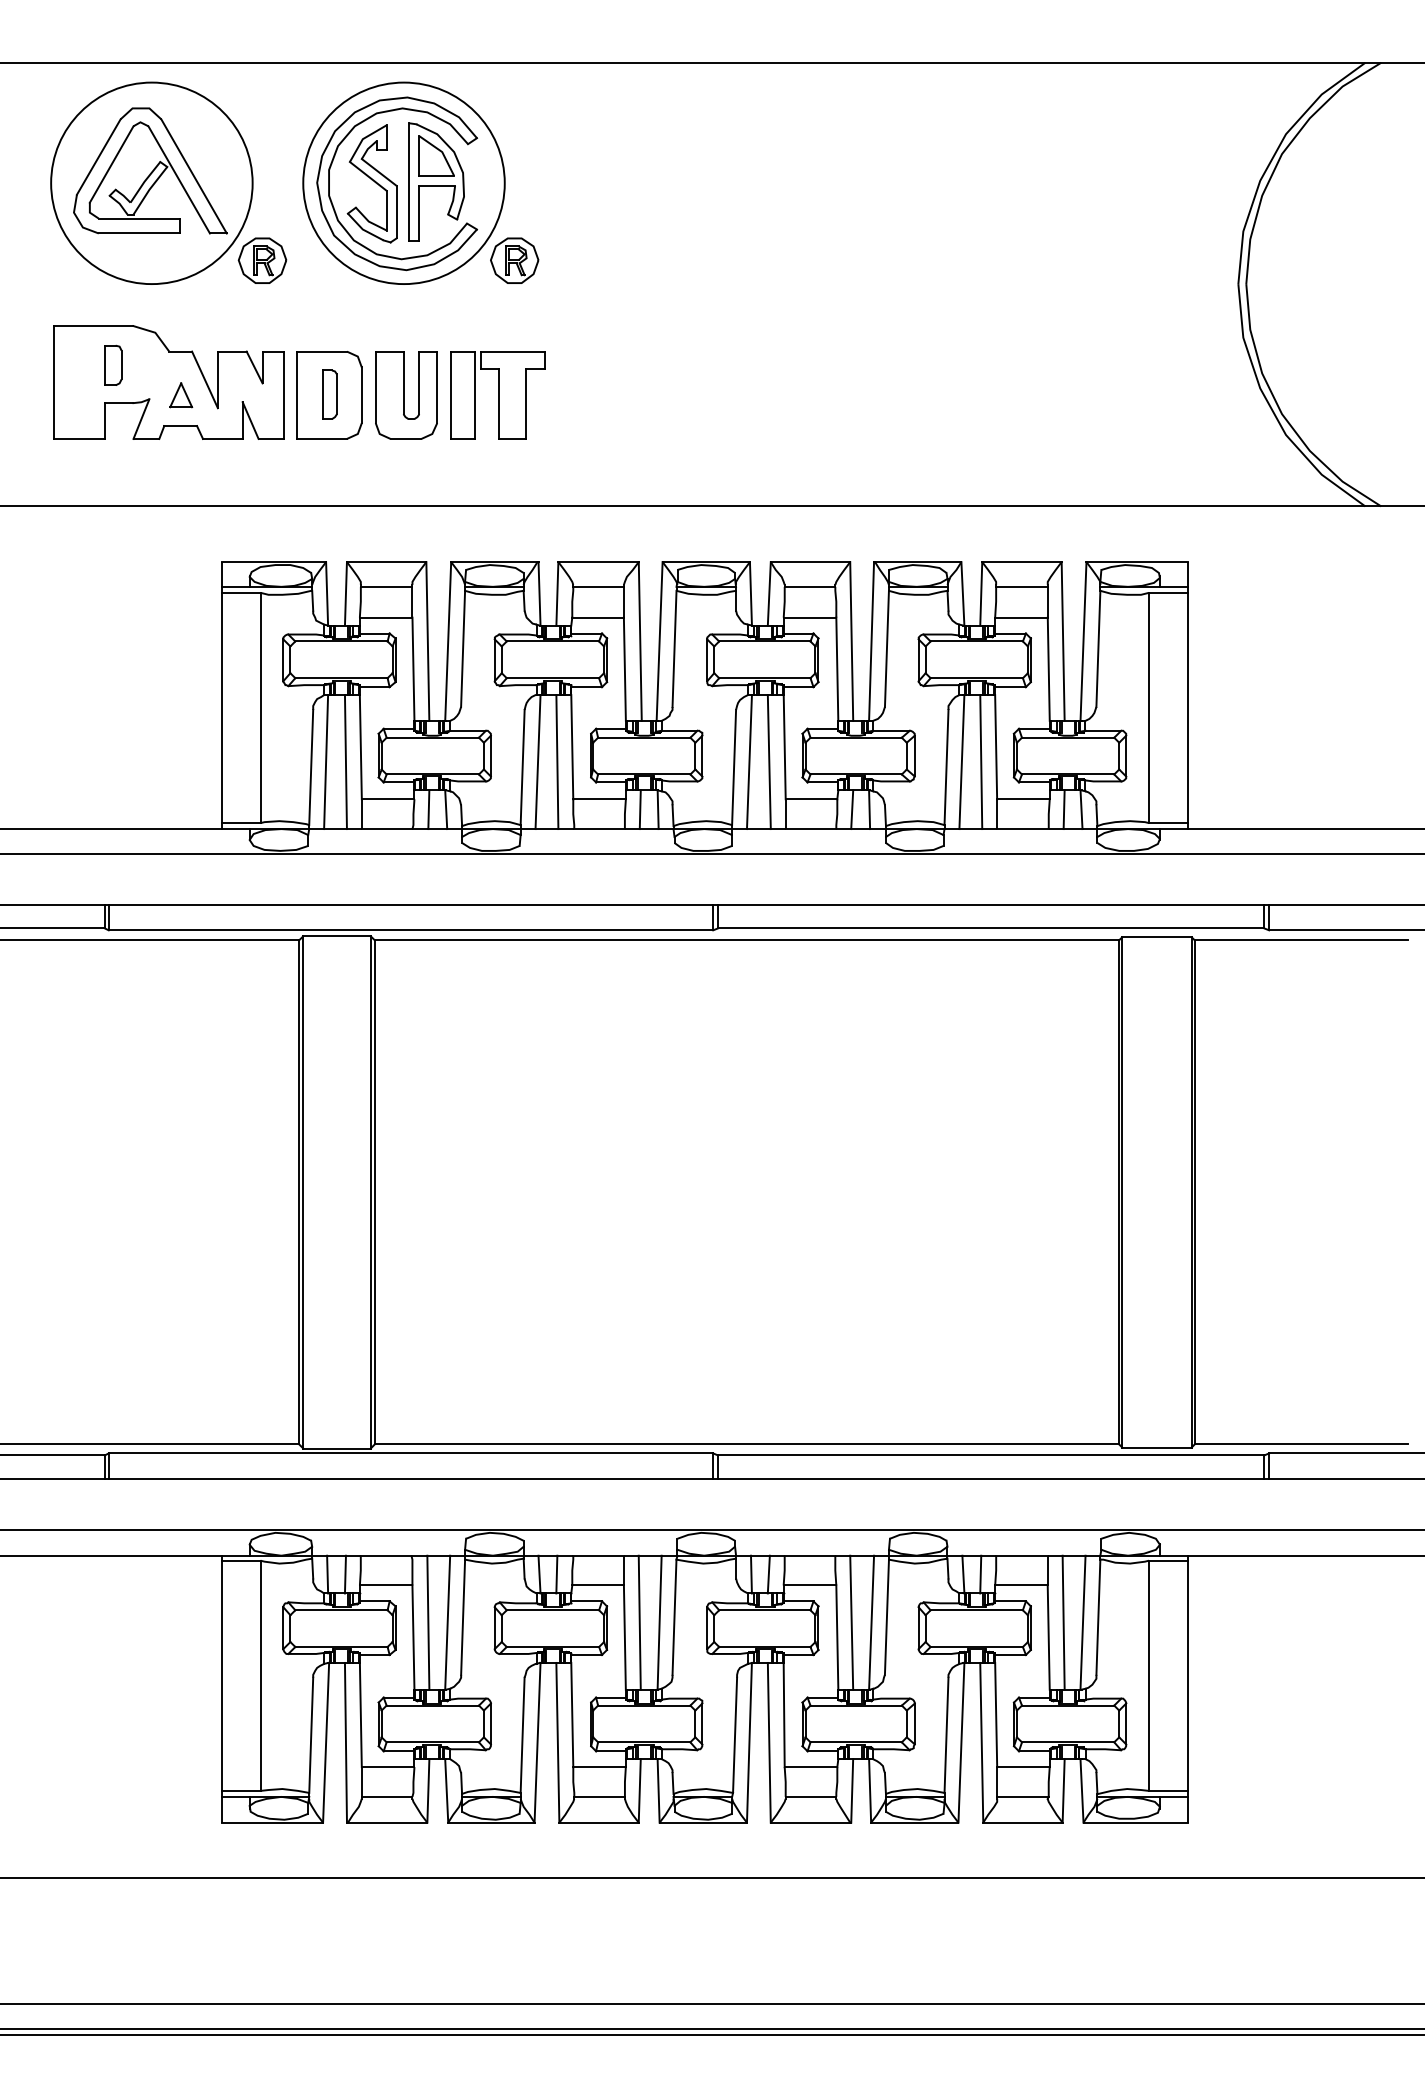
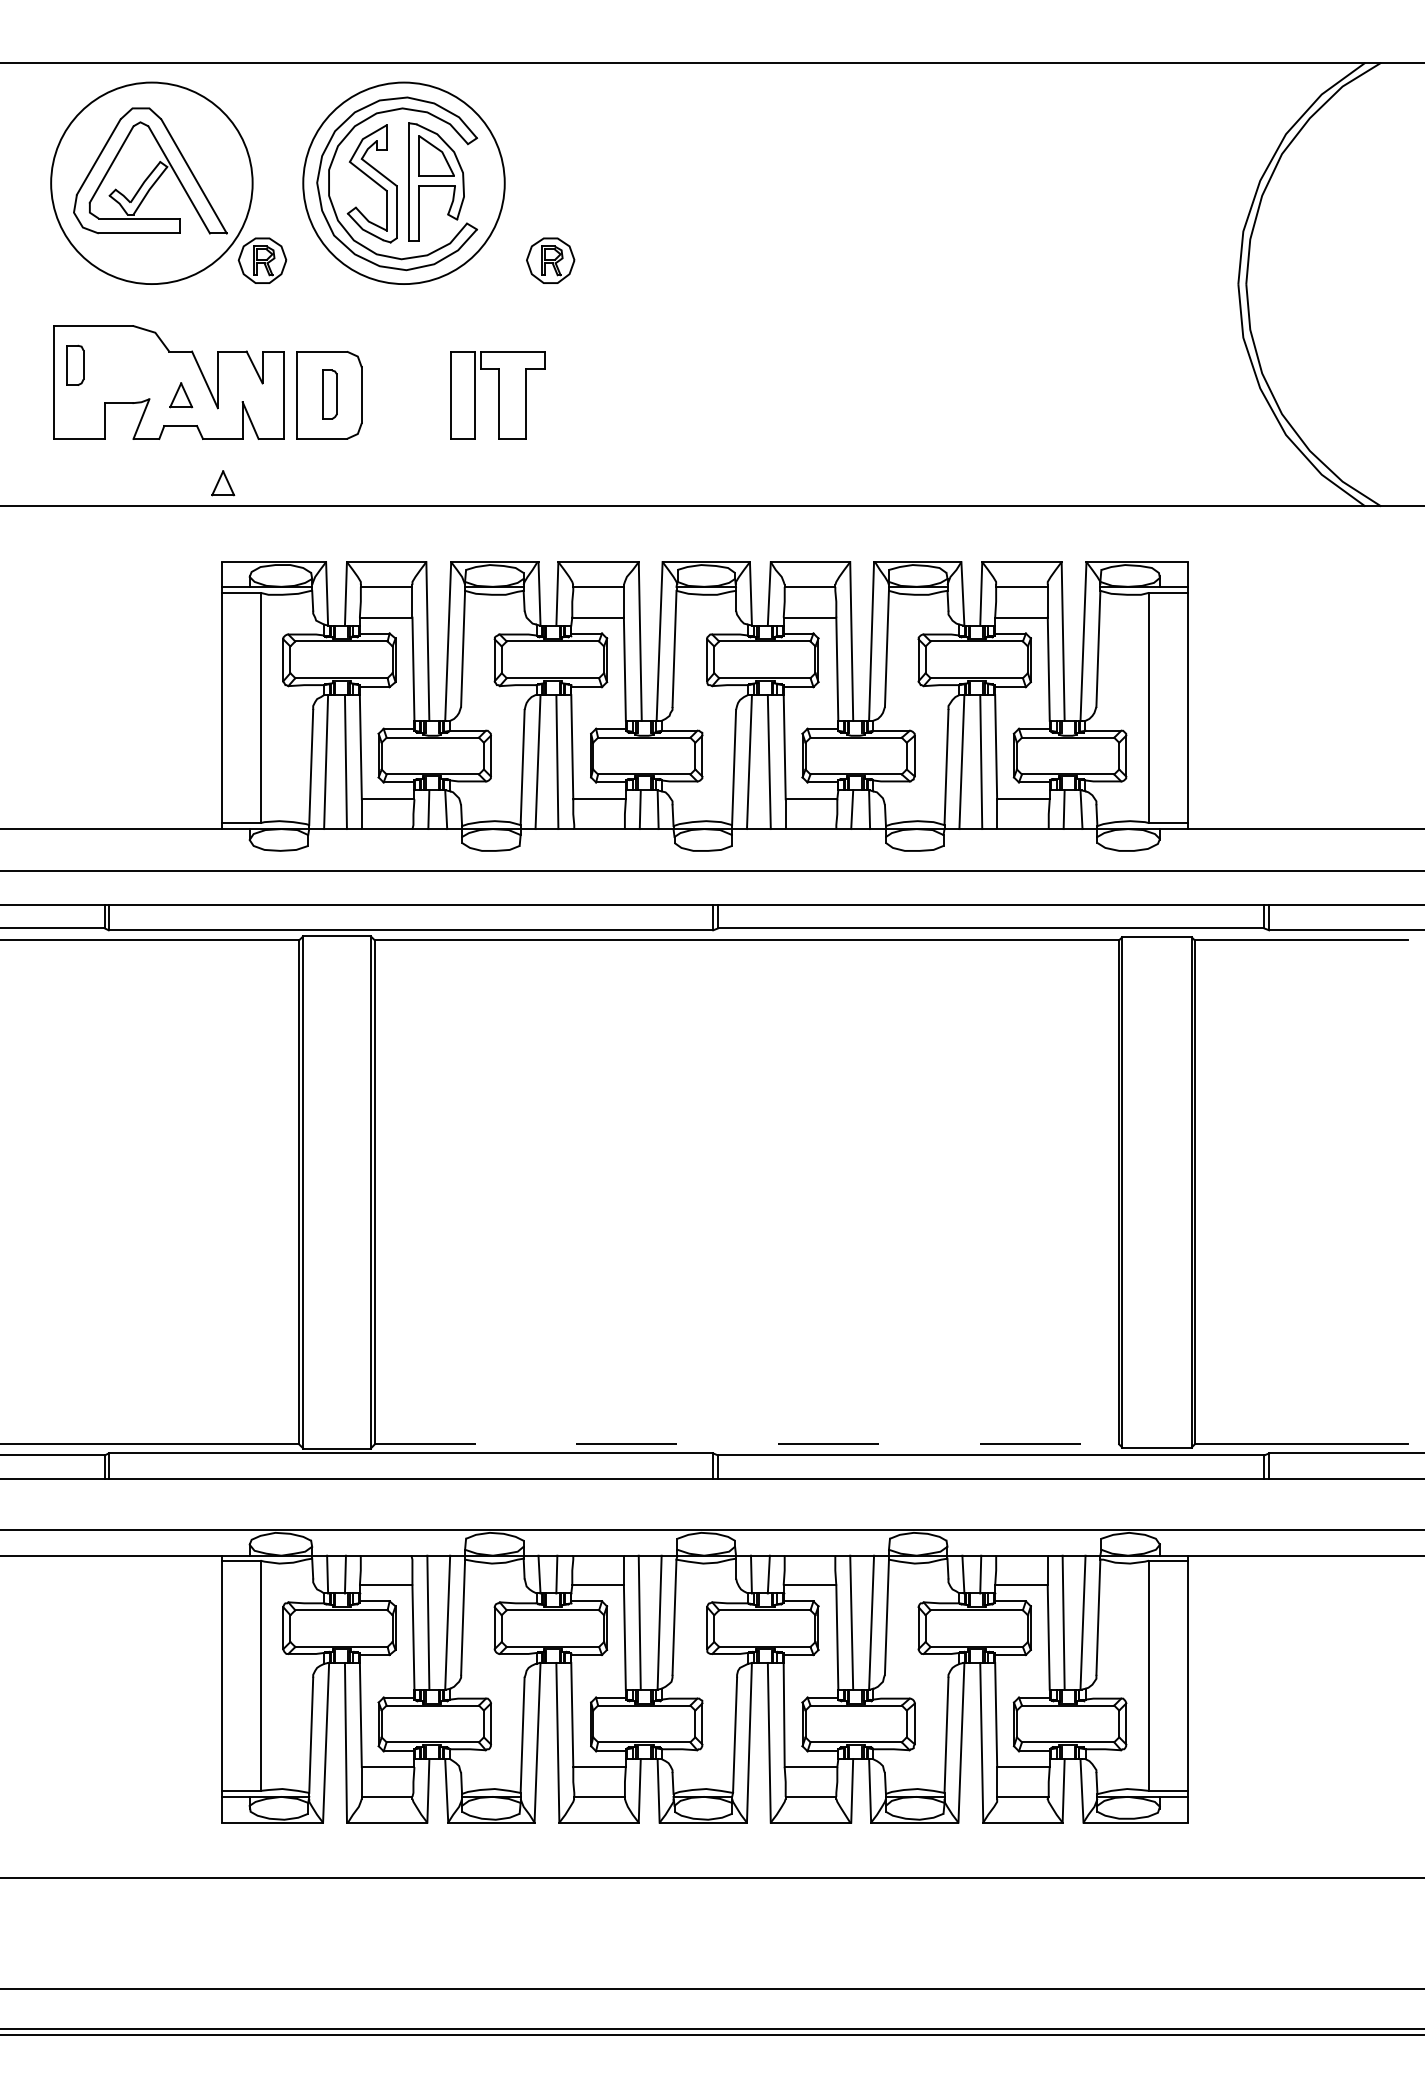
part at (514, 260) position: (514, 260) -> (550, 260)
part at (113, 364) position: (113, 364) -> (75, 364)
part at (406, 395): present -> none
part at (223, 483): none -> present
line at (711, 853) position: (711, 853) -> (711, 870)
line at (747, 1444): solid -> dashed
line at (711, 2004) position: (711, 2004) -> (711, 1989)
